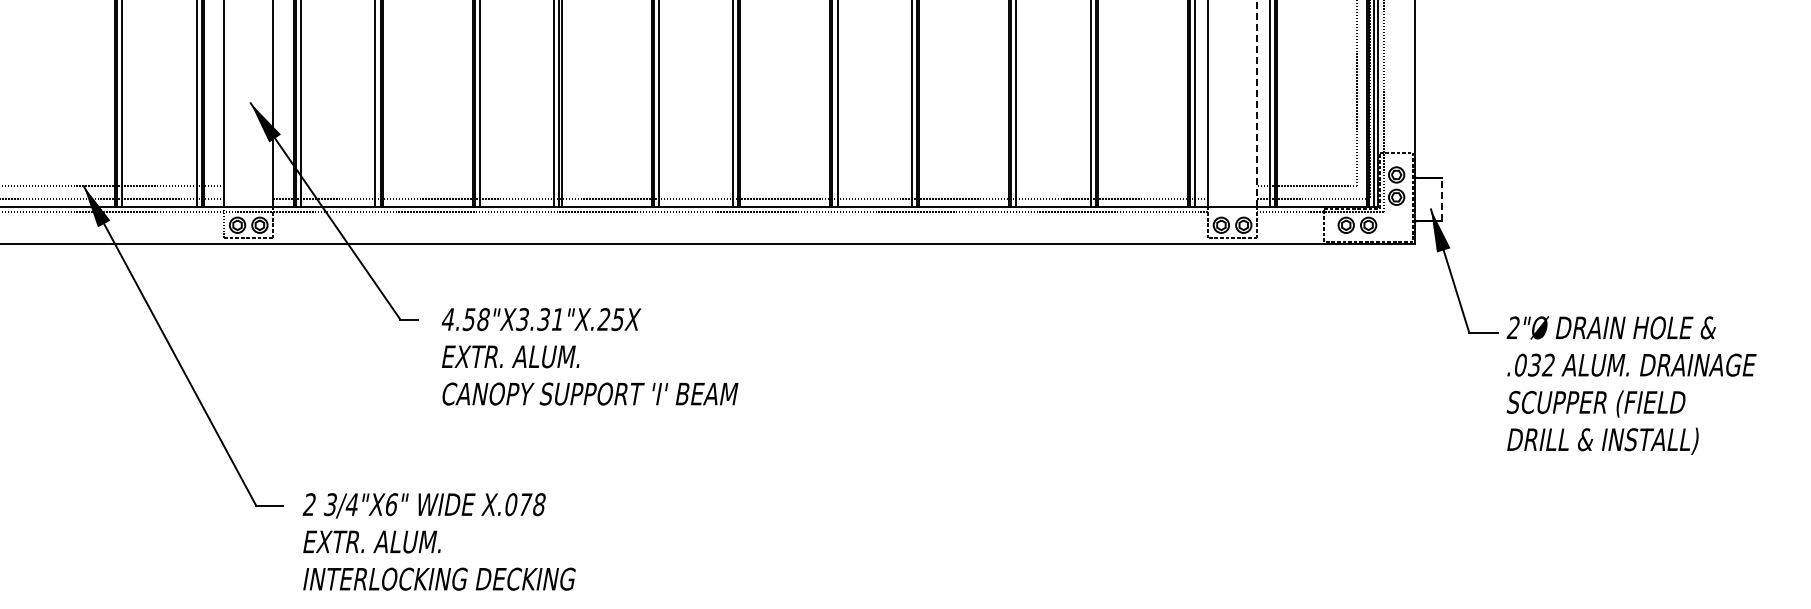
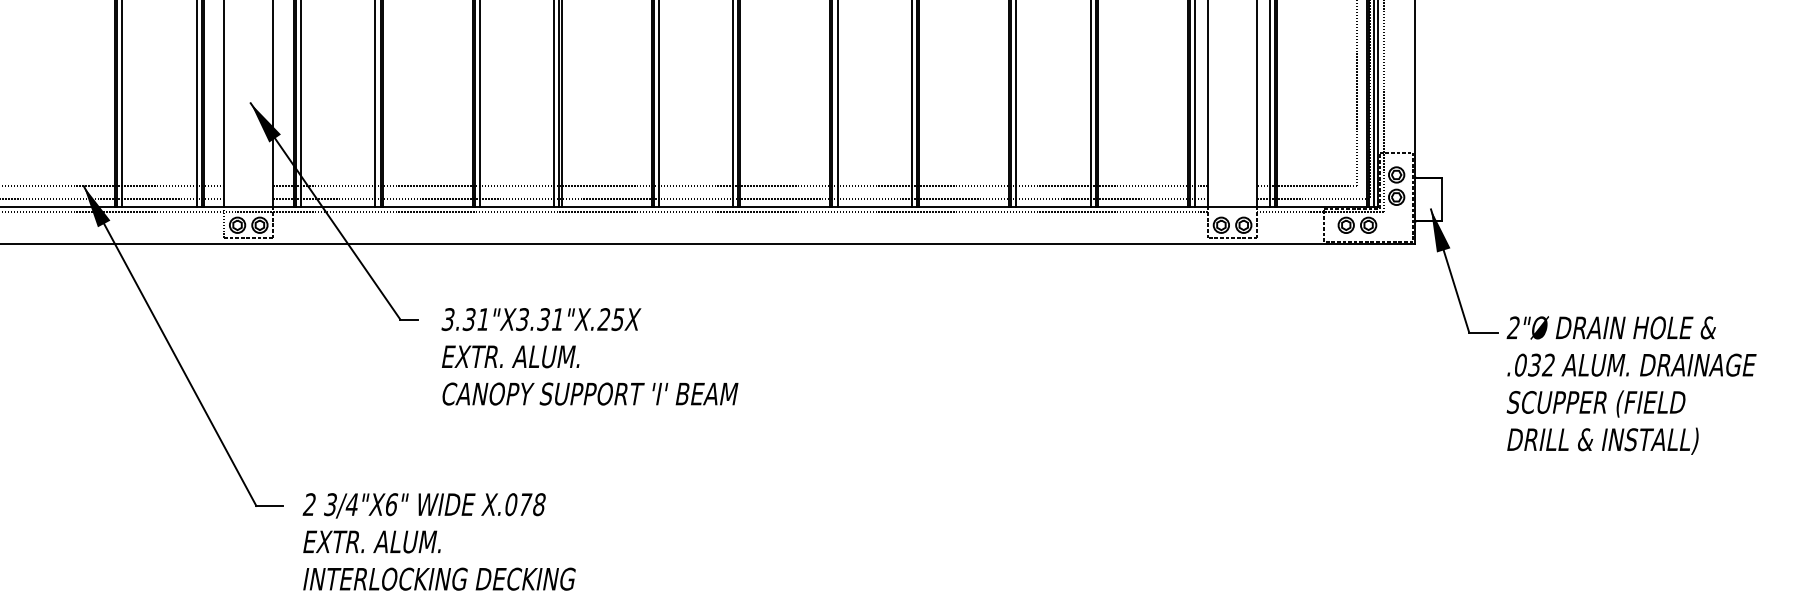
line at (1257, 103): dashed -> solid
line at (740, 186): none -> present
line at (1441, 199): dashed -> solid
text at (465, 319): 4.58"X3.31"X.25X -> 3.31"X3.31"X.25X
